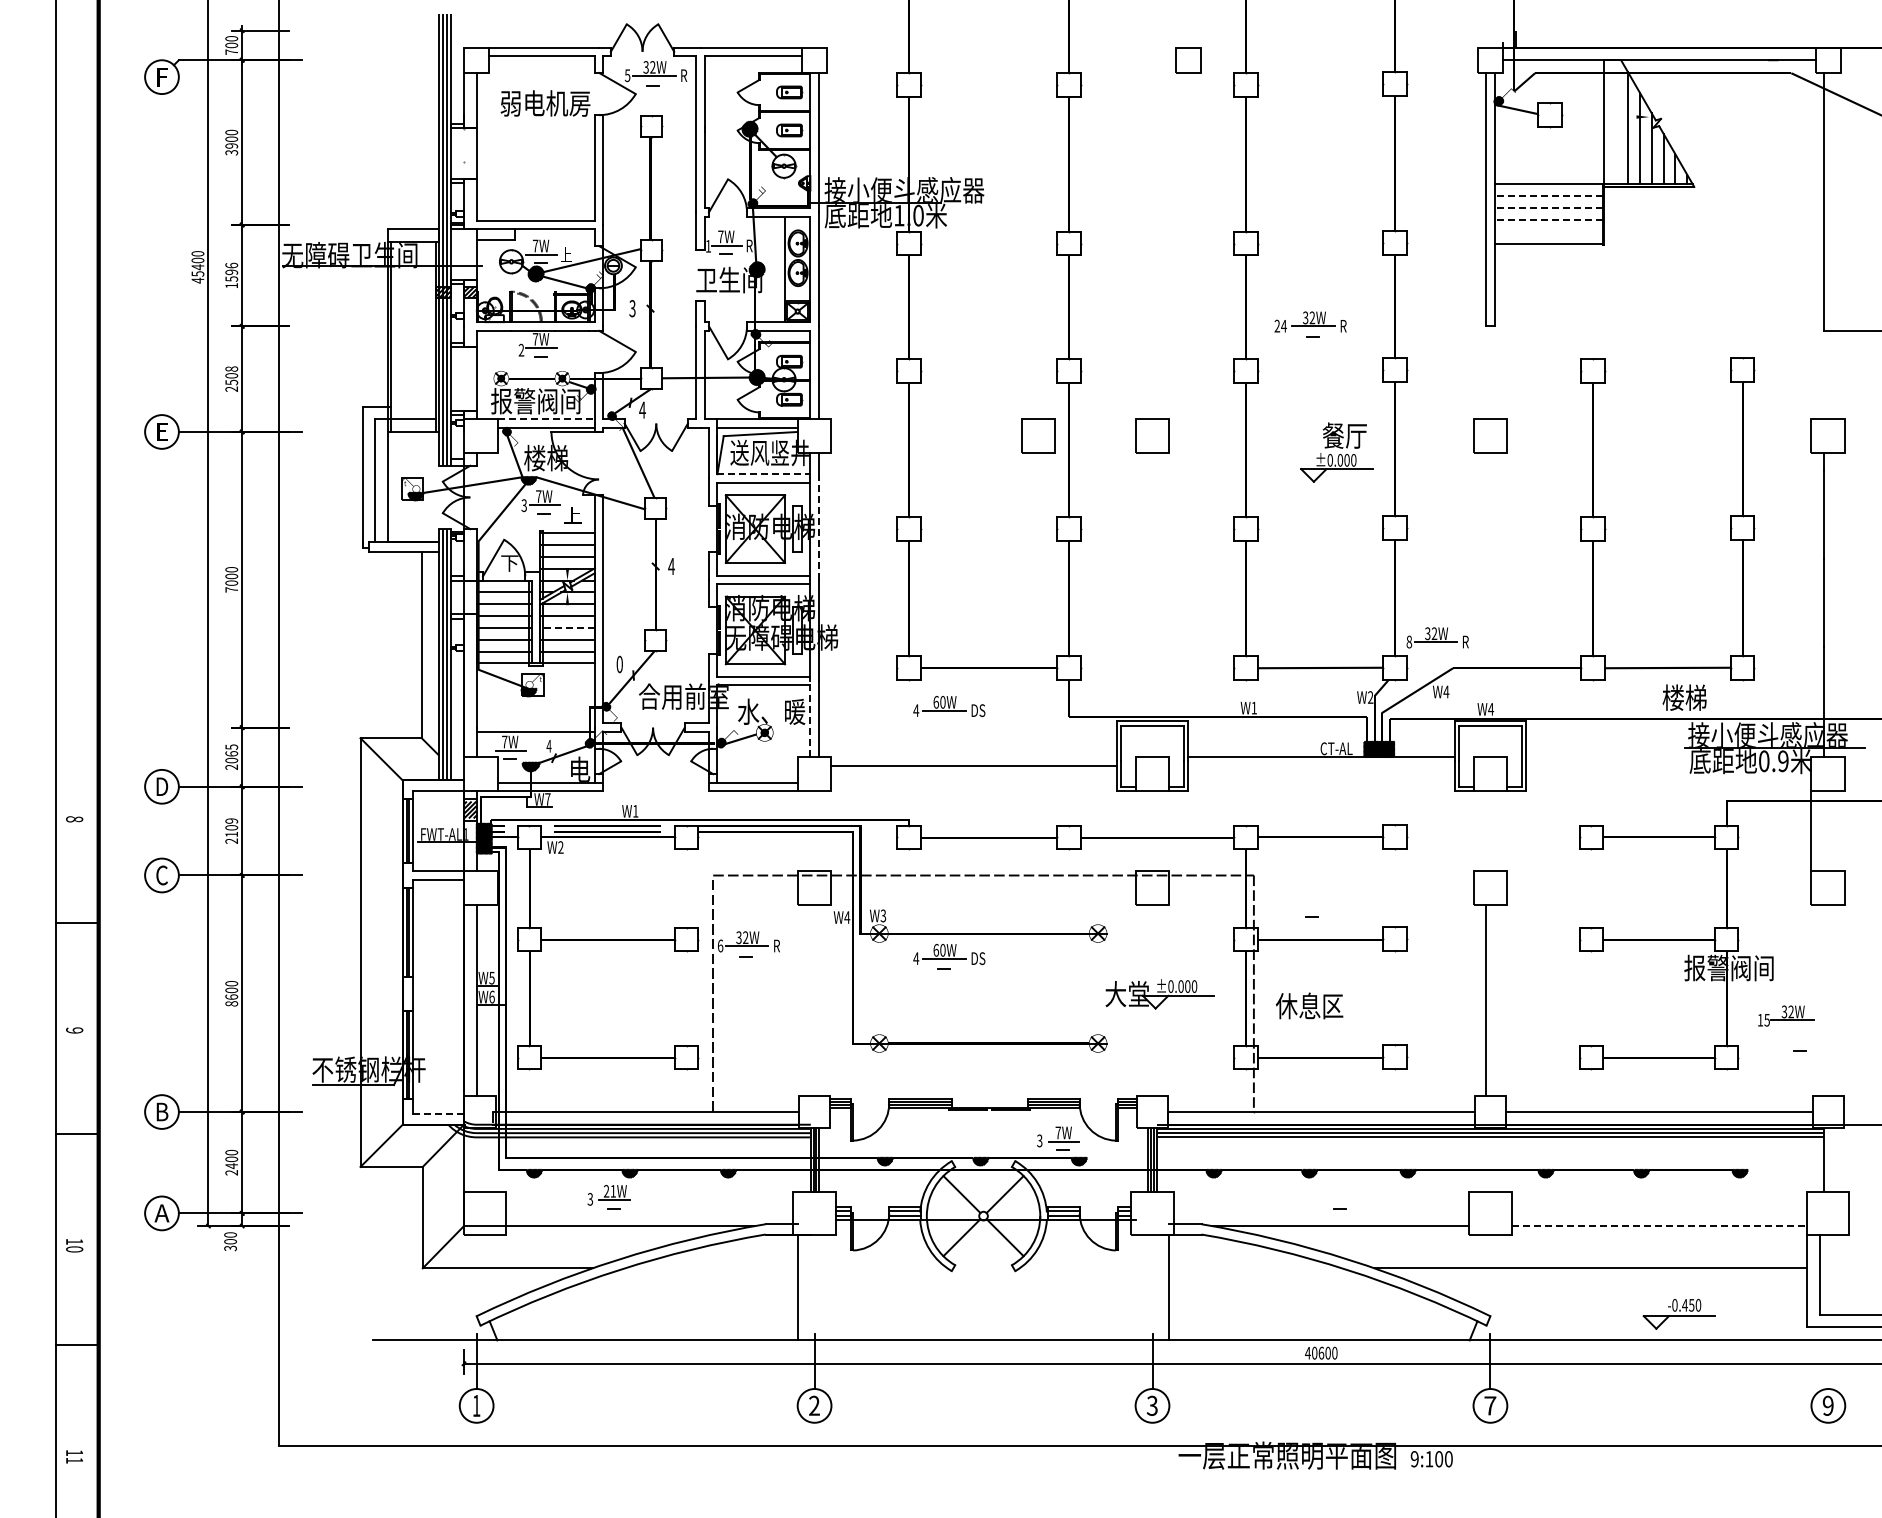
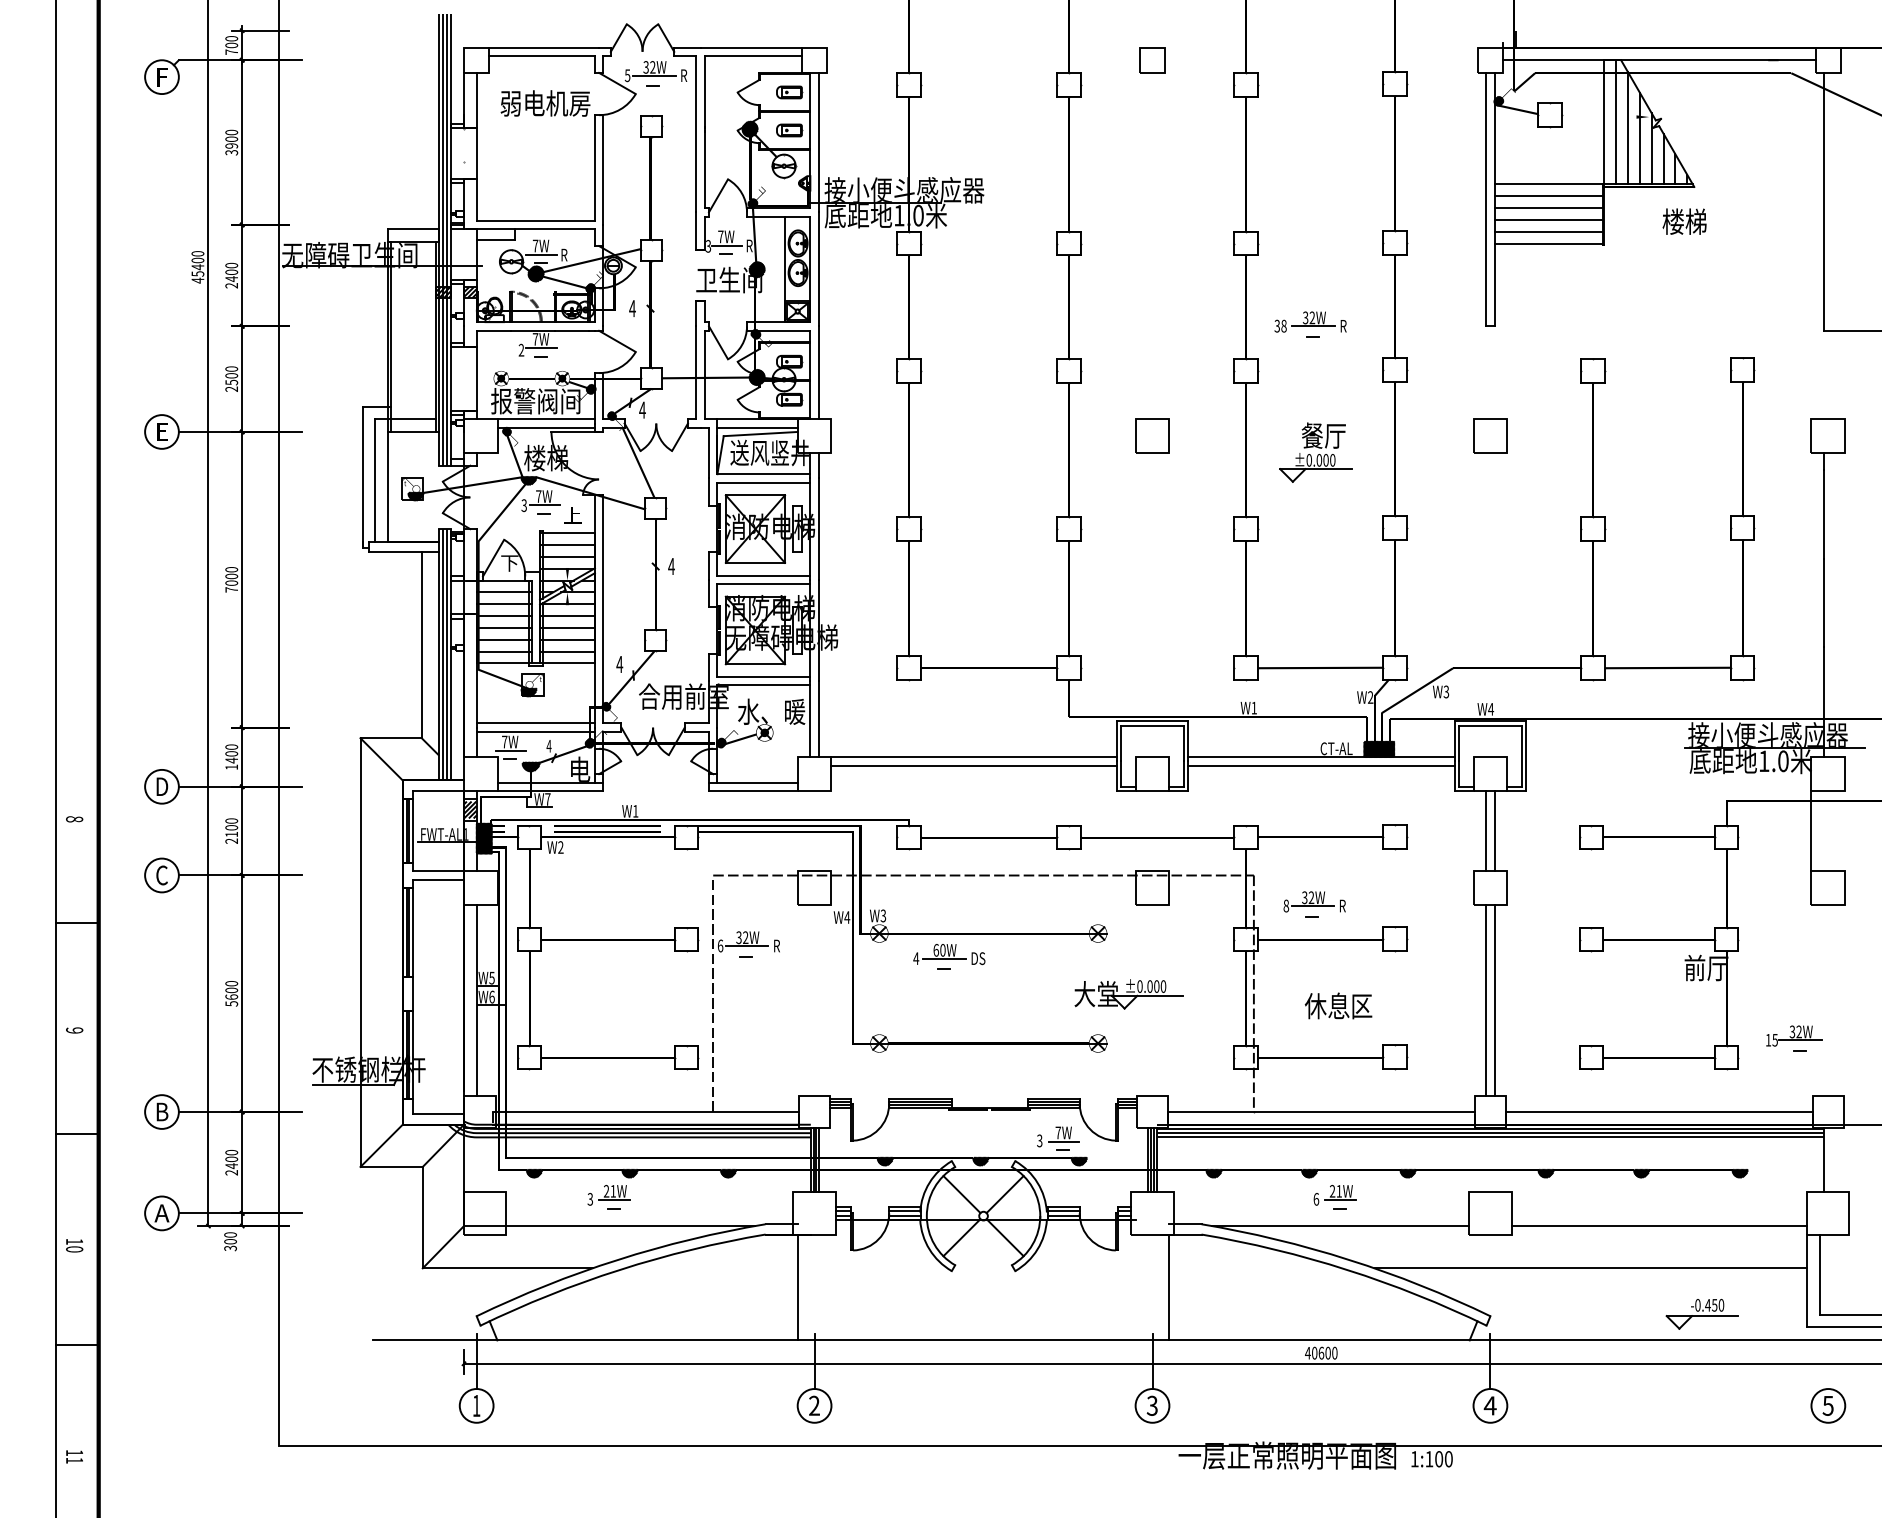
part at (1188, 60) position: (1188, 60) -> (1152, 60)
line at (1616, 122): none -> present
line at (1548, 196): dashed -> solid
line at (1548, 208): dashed -> solid
line at (1548, 219): dashed -> solid
line at (1548, 231): none -> present
text at (708, 245): 1 -> 3
text at (566, 254): 上 -> R
text at (231, 275): 1596 -> 2400
text at (632, 308): 3 -> 4
text at (1280, 325): 24 -> 38
text at (231, 368): 2508 -> 2500
line at (546, 419): dashed -> solid
part at (1038, 435): present -> none
part at (1336, 452) position: (1336, 452) -> (1315, 452)
line at (764, 474): dashed -> solid
line at (818, 529): dashed -> solid
line at (566, 627): dashed -> solid
part at (1437, 637) position: (1437, 637) -> (1314, 901)
text at (619, 664): 0 -> 4
text at (1446, 691): W4 -> W3
text at (1684, 697) position: (1684, 697) -> (1684, 221)
part at (949, 706): present -> none
line at (810, 718): dashed -> solid
line at (535, 723): none -> present
text at (231, 757): 2065 -> 1400
line at (973, 757): none -> present
text at (1773, 761): 0.9 -> 1.0
line at (1321, 765): none -> present
text at (231, 820): 2109 -> 2100
line at (1486, 831): none -> present
line at (1494, 831): none -> present
text at (1728, 967): 报警阀间 -> 前厅
part at (1159, 994) position: (1159, 994) -> (1128, 994)
line at (1494, 1000): none -> present
text at (231, 1003): 8600 -> 5600
text at (1309, 1005) position: (1309, 1005) -> (1338, 1005)
part at (1786, 1015) position: (1786, 1015) -> (1794, 1035)
line at (438, 1114): dashed -> solid
part at (1334, 1195): none -> present
line at (1659, 1226): dashed -> solid
part at (1678, 1314) position: (1678, 1314) -> (1701, 1314)
text at (1489, 1405): 7 -> 4
text at (1827, 1405): 9 -> 5
text at (1414, 1459): 9:100 -> 1:100
